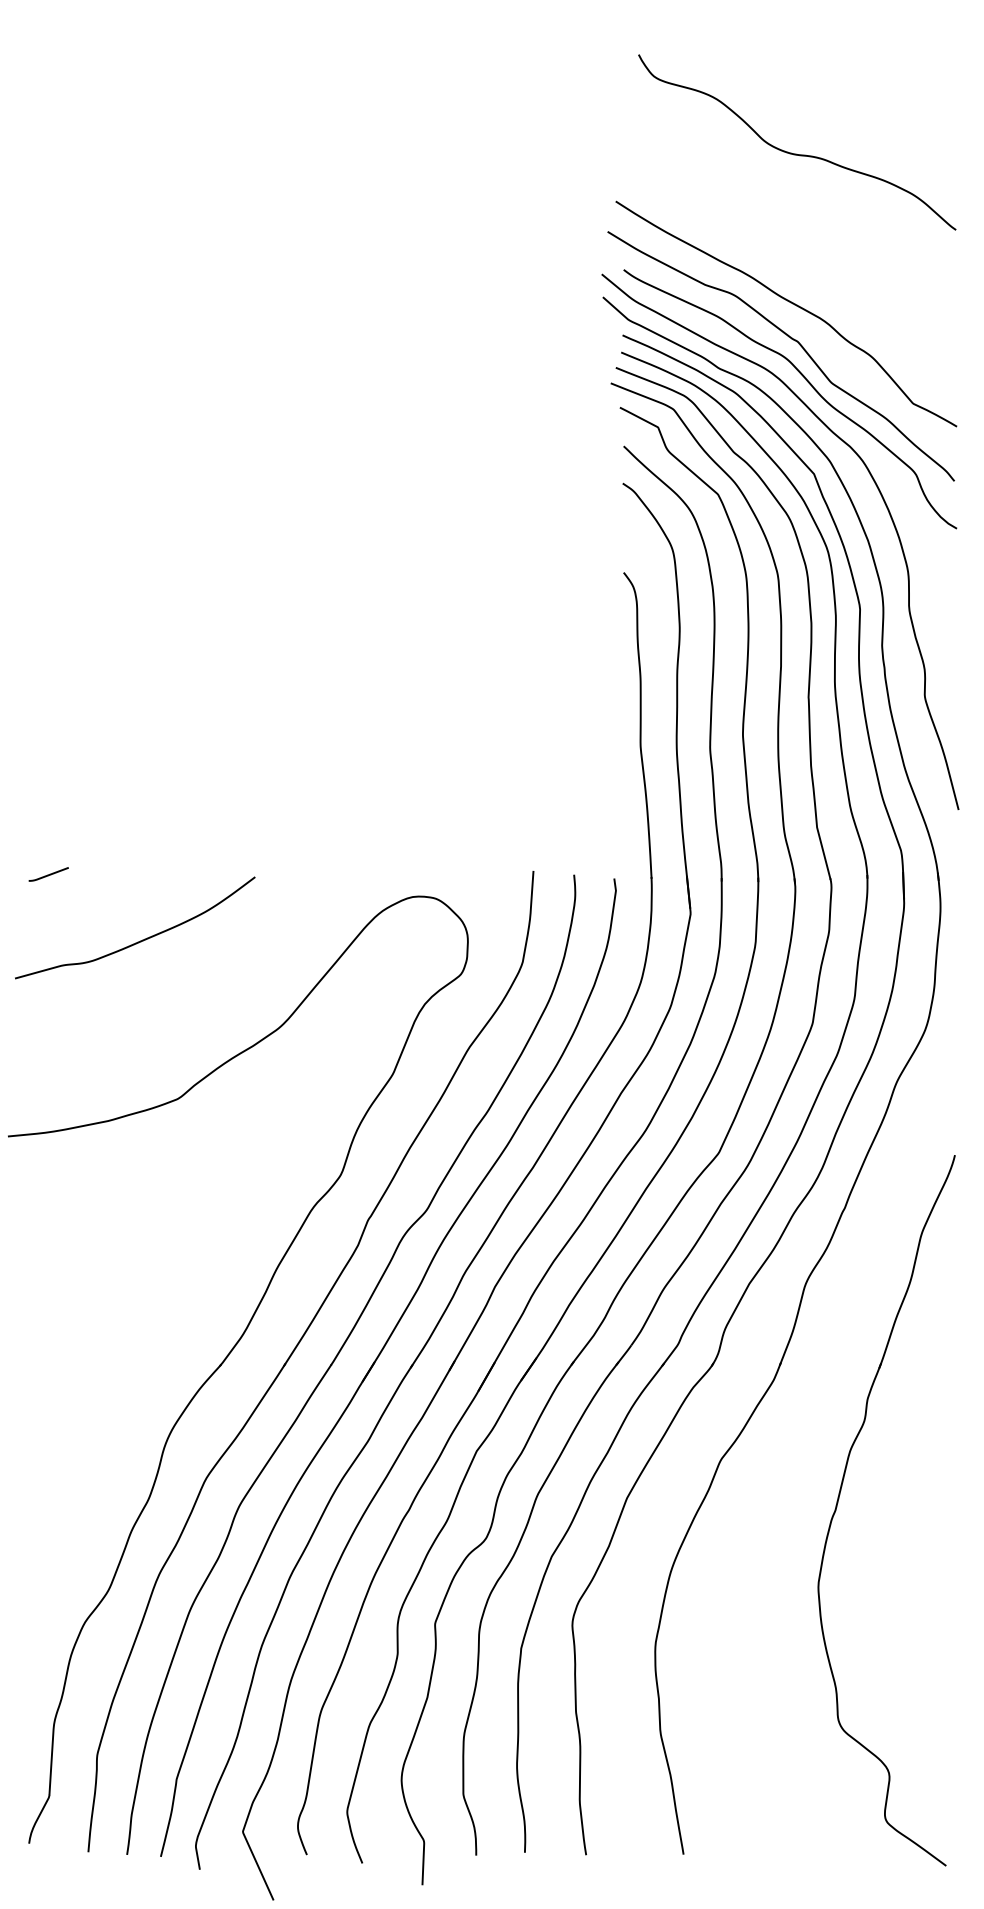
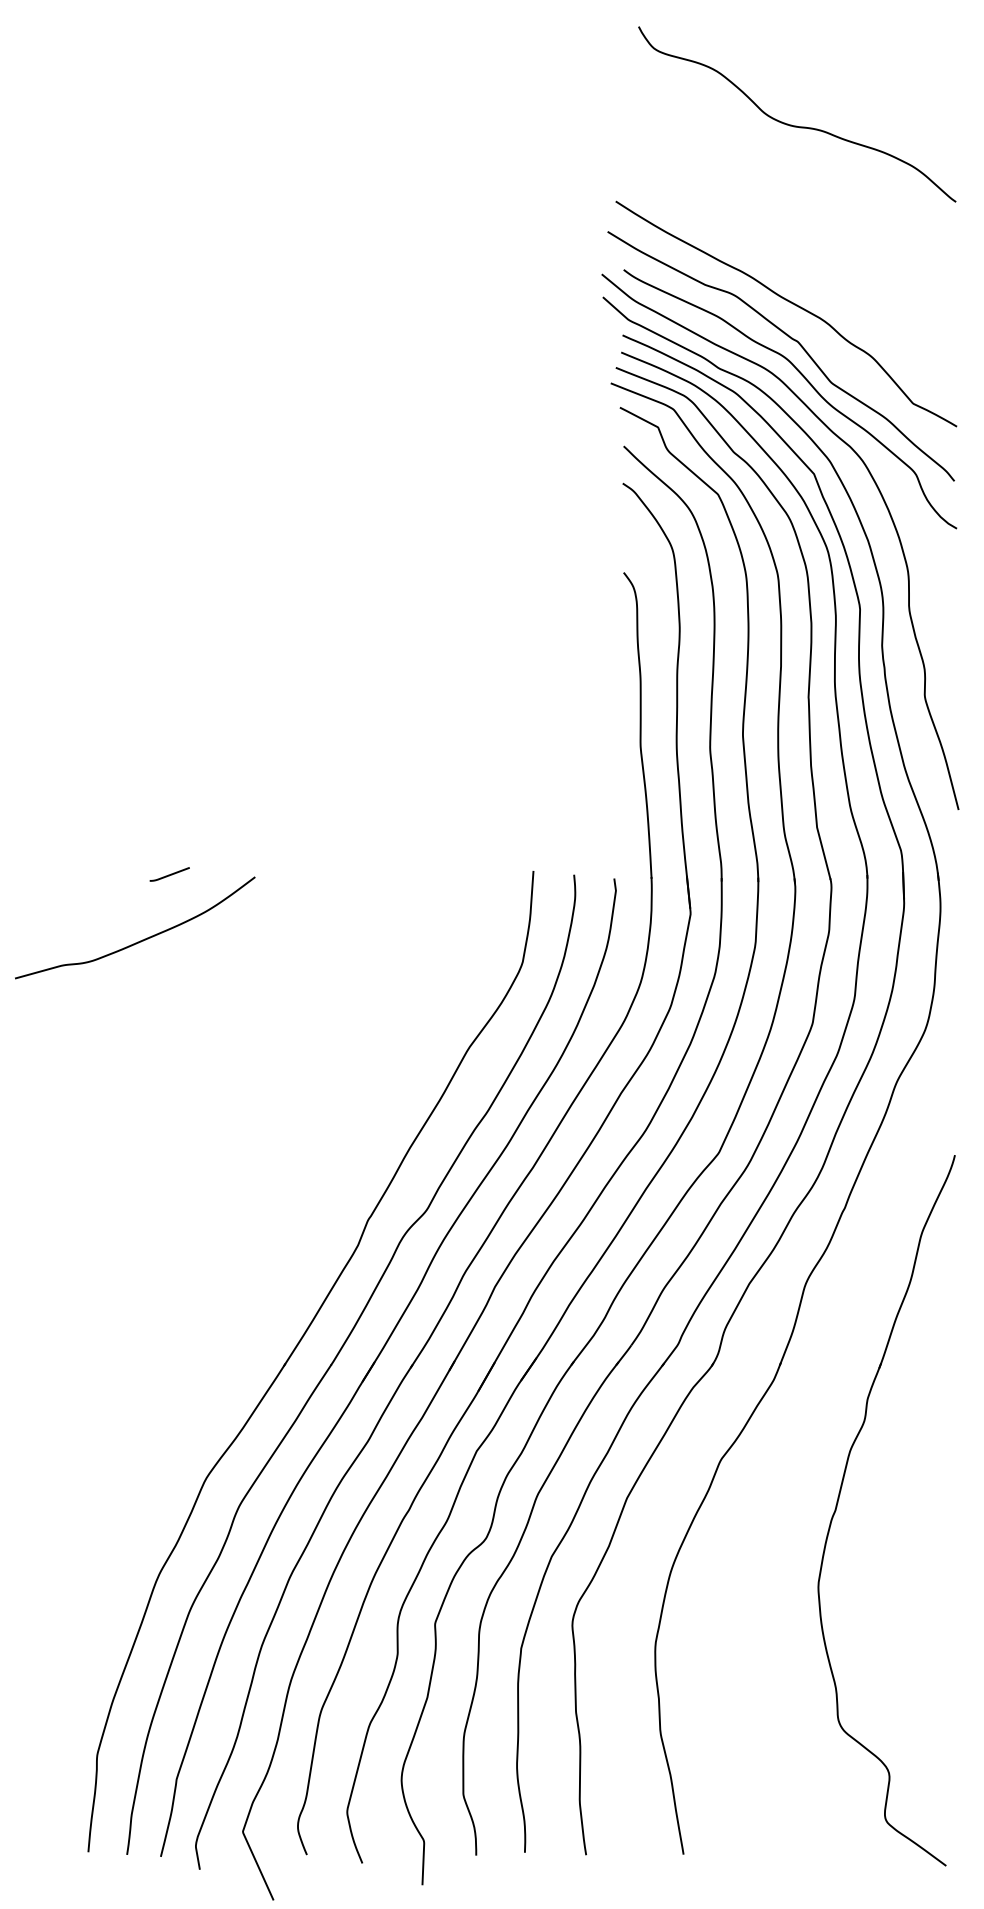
curve at (796, 153) position: (796, 153) -> (796, 125)
line at (48, 874) position: (48, 874) -> (169, 874)
part at (226, 1359): present -> none
